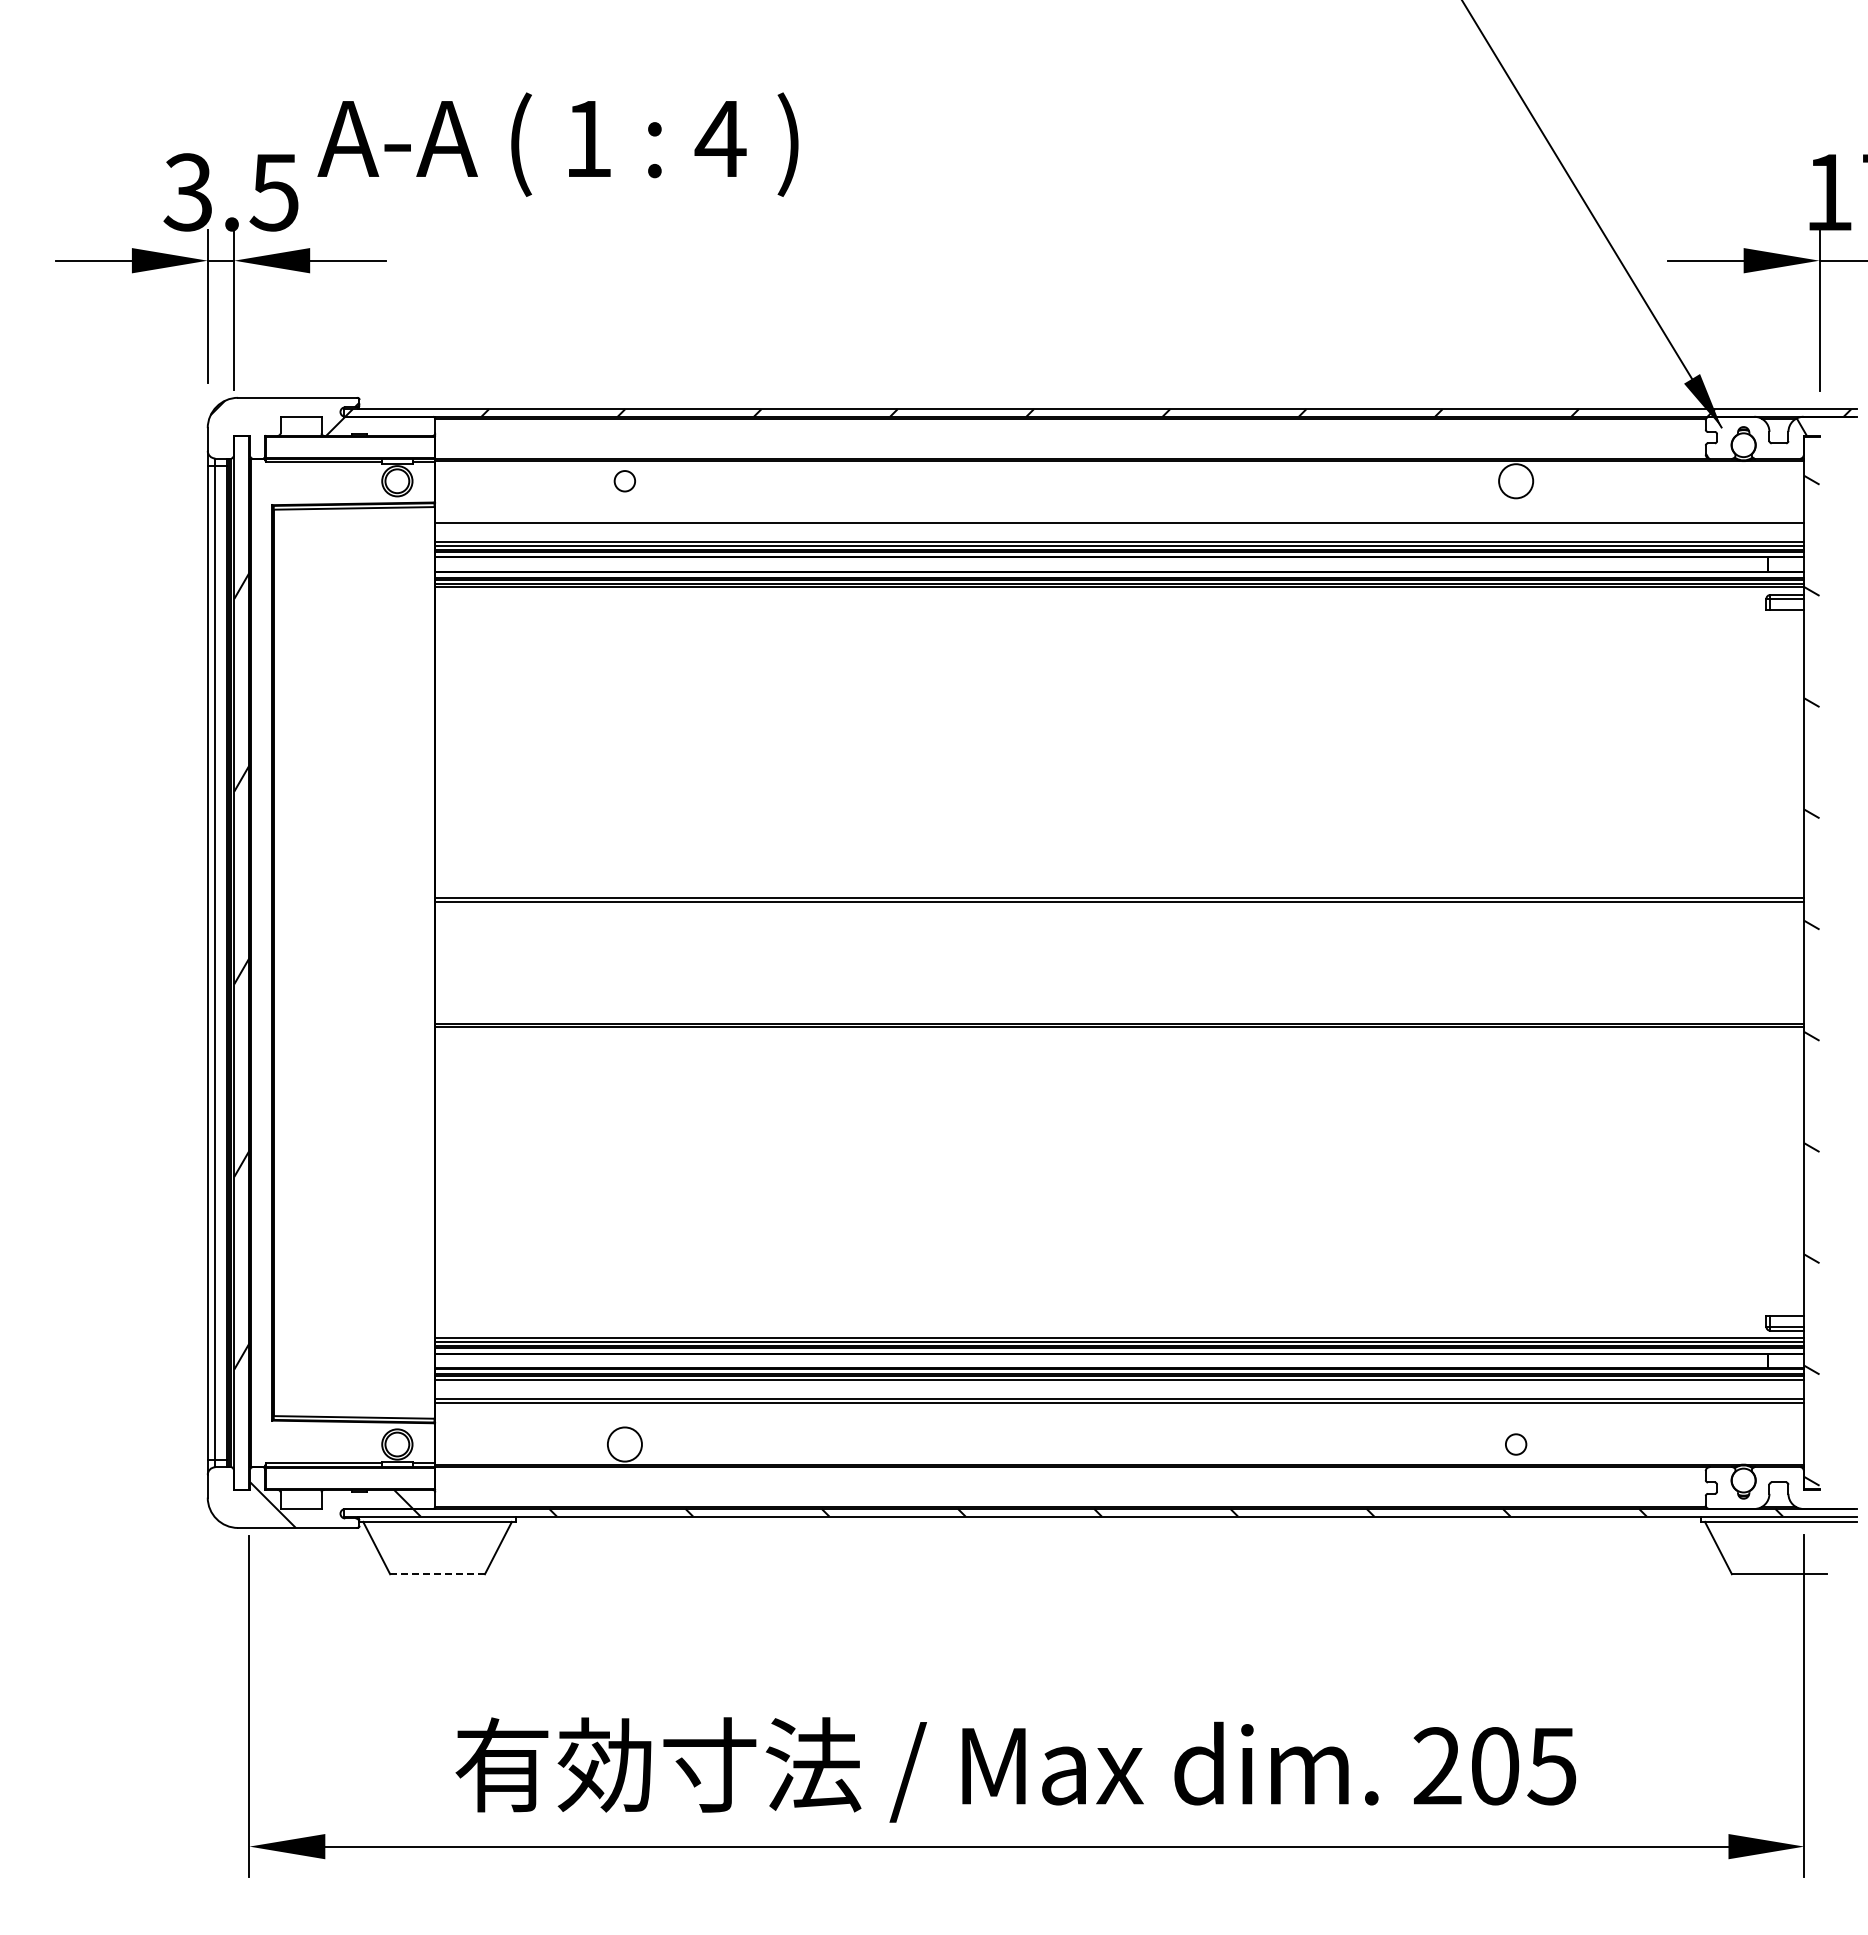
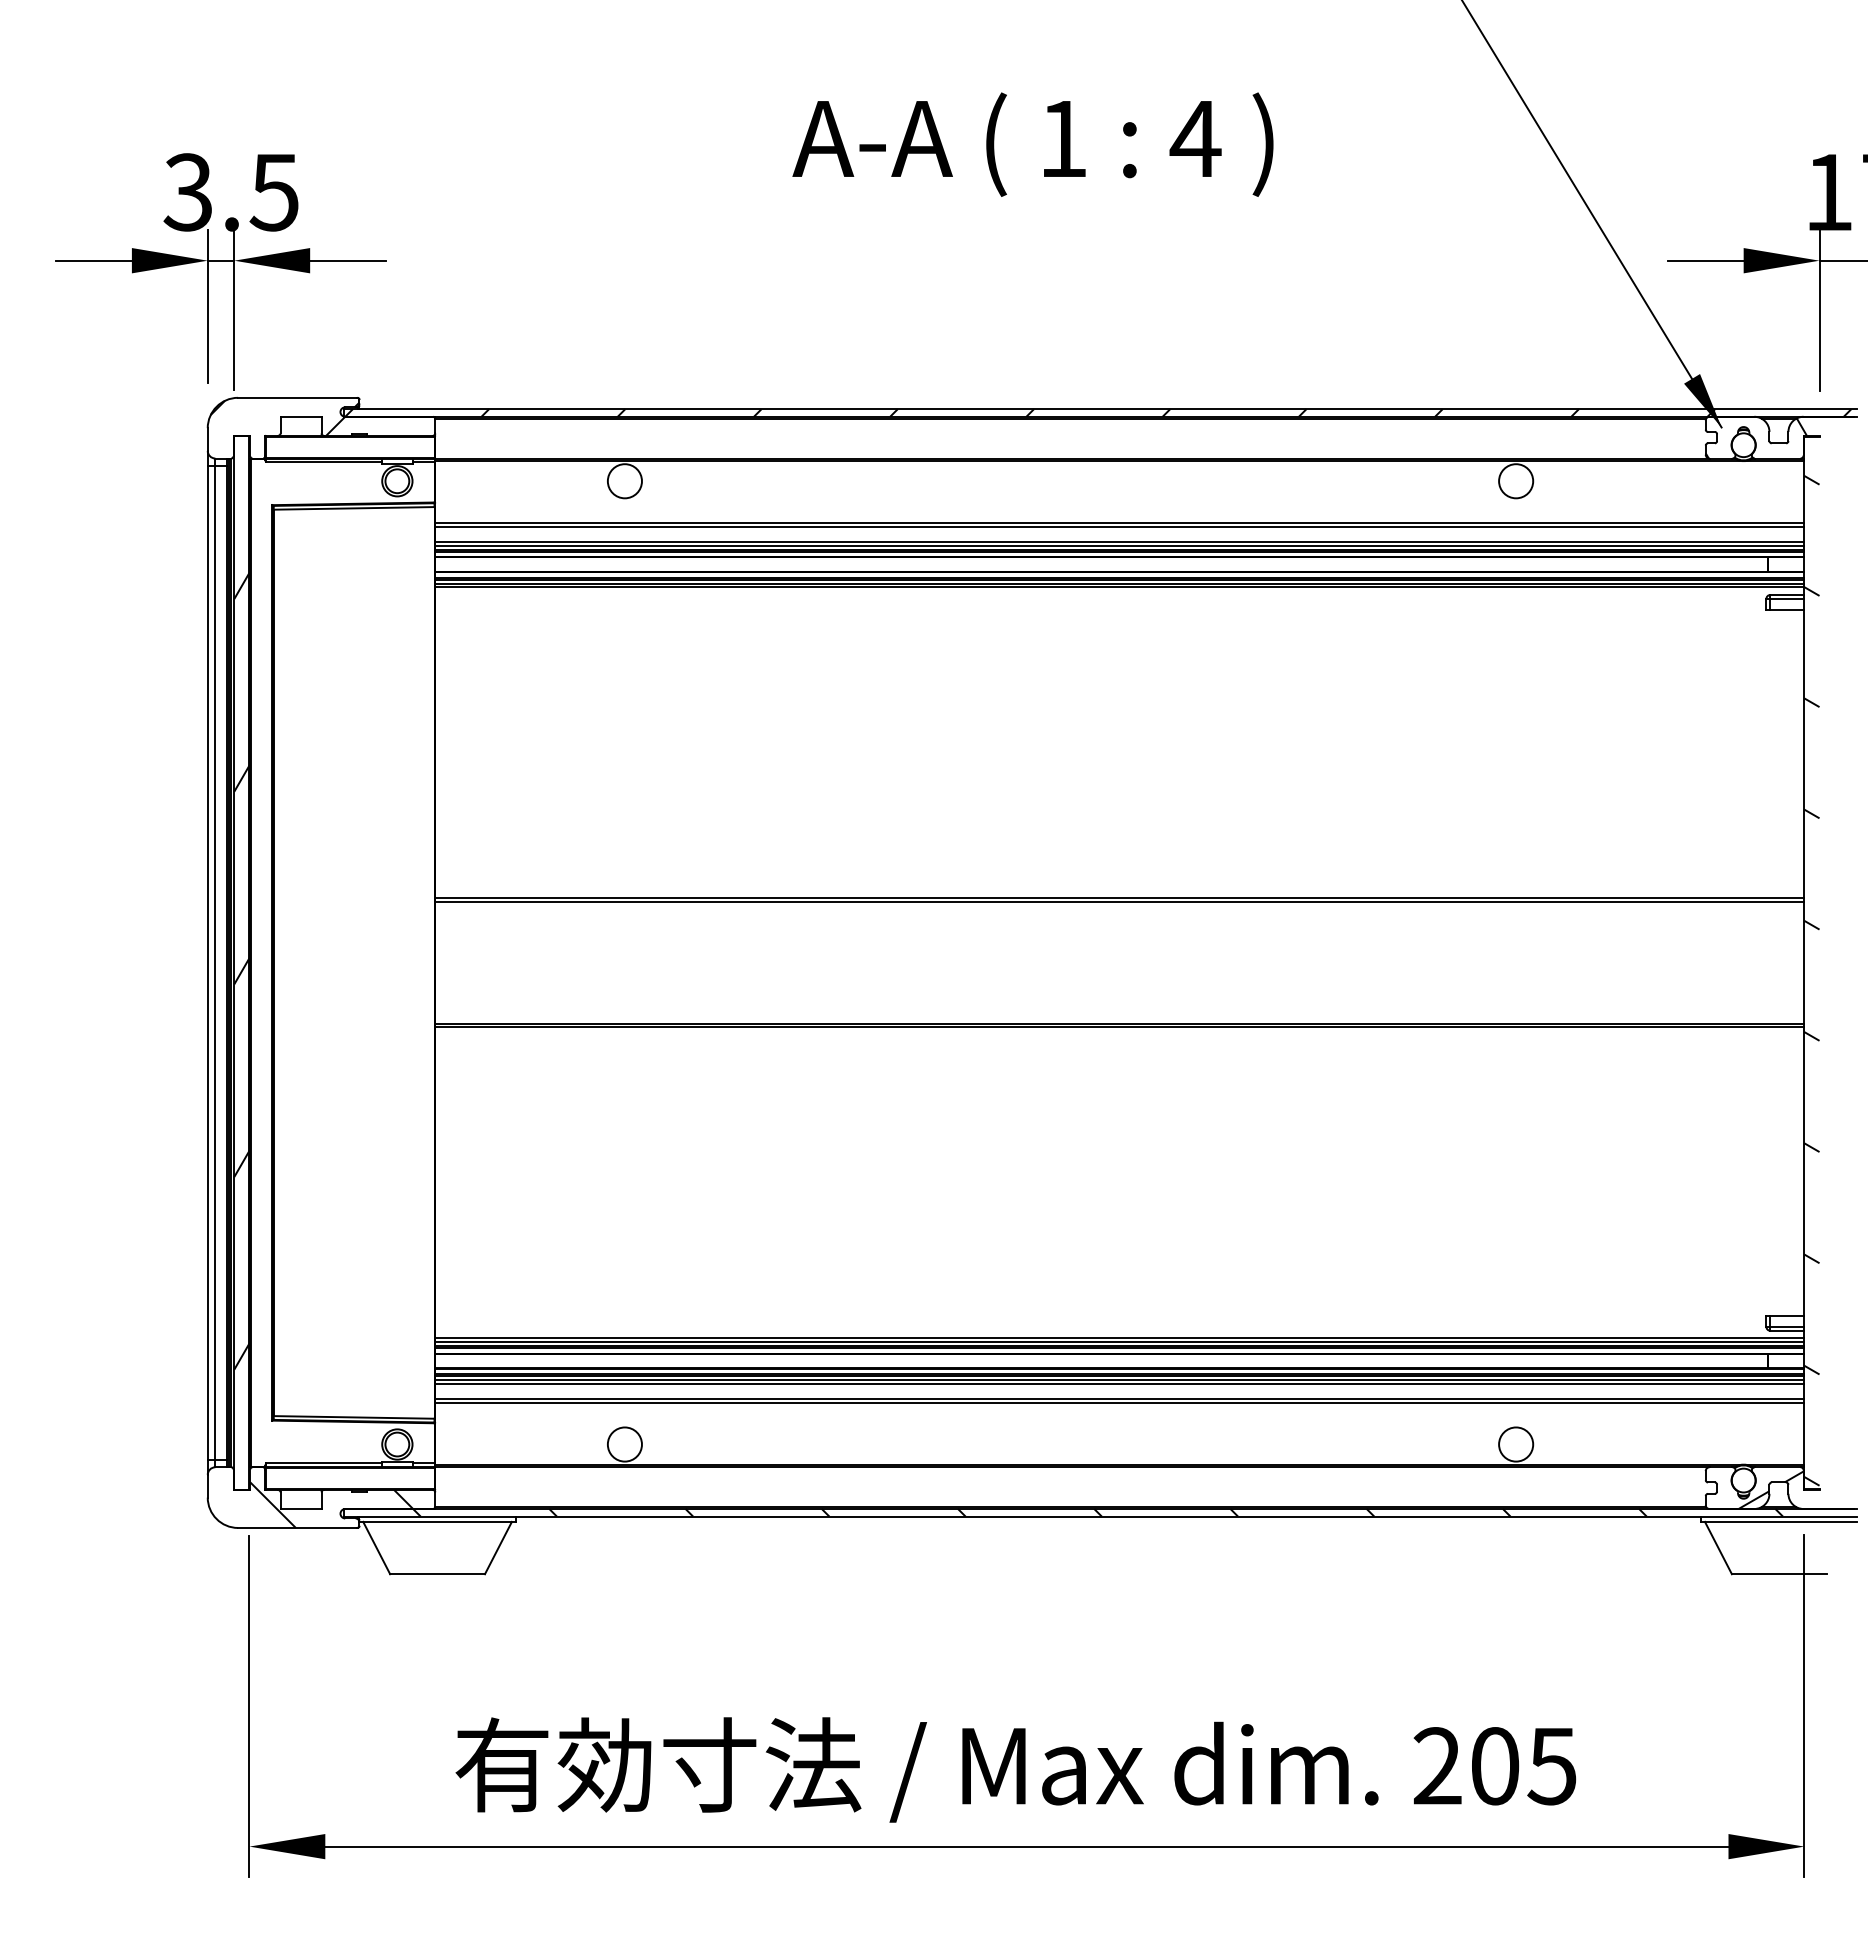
text at (557, 144) position: (557, 144) -> (1032, 144)
circle at (624, 481) diameter: 20 px -> 34 px
line at (1119, 526): none -> present
line at (1119, 1383): none -> present
circle at (1515, 1444) diameter: 20 px -> 34 px
hatch at (1770, 1490): none -> present
line at (438, 1574): dashed -> solid
